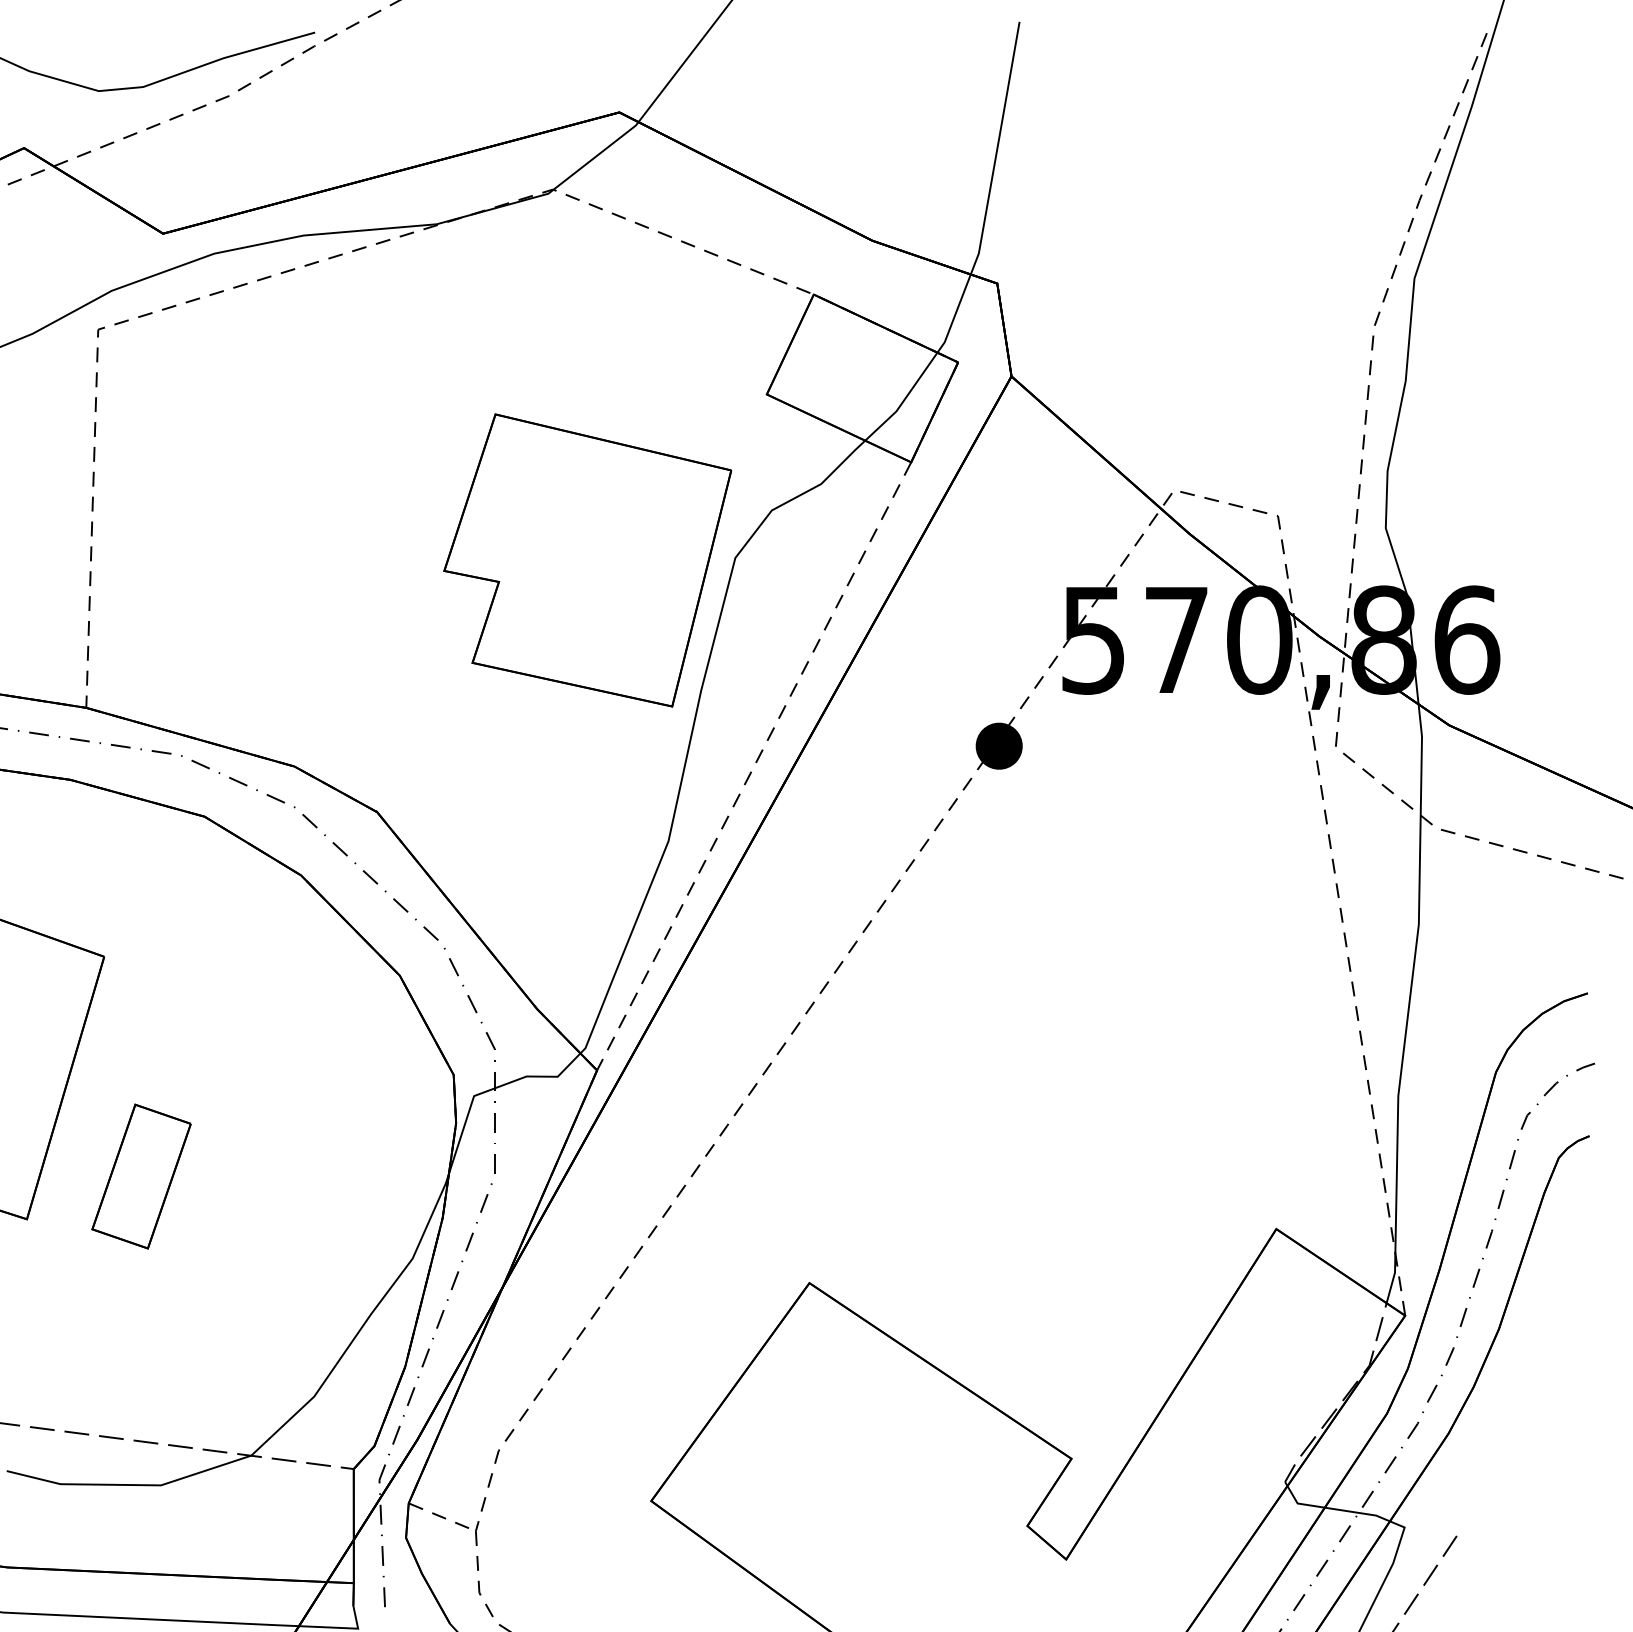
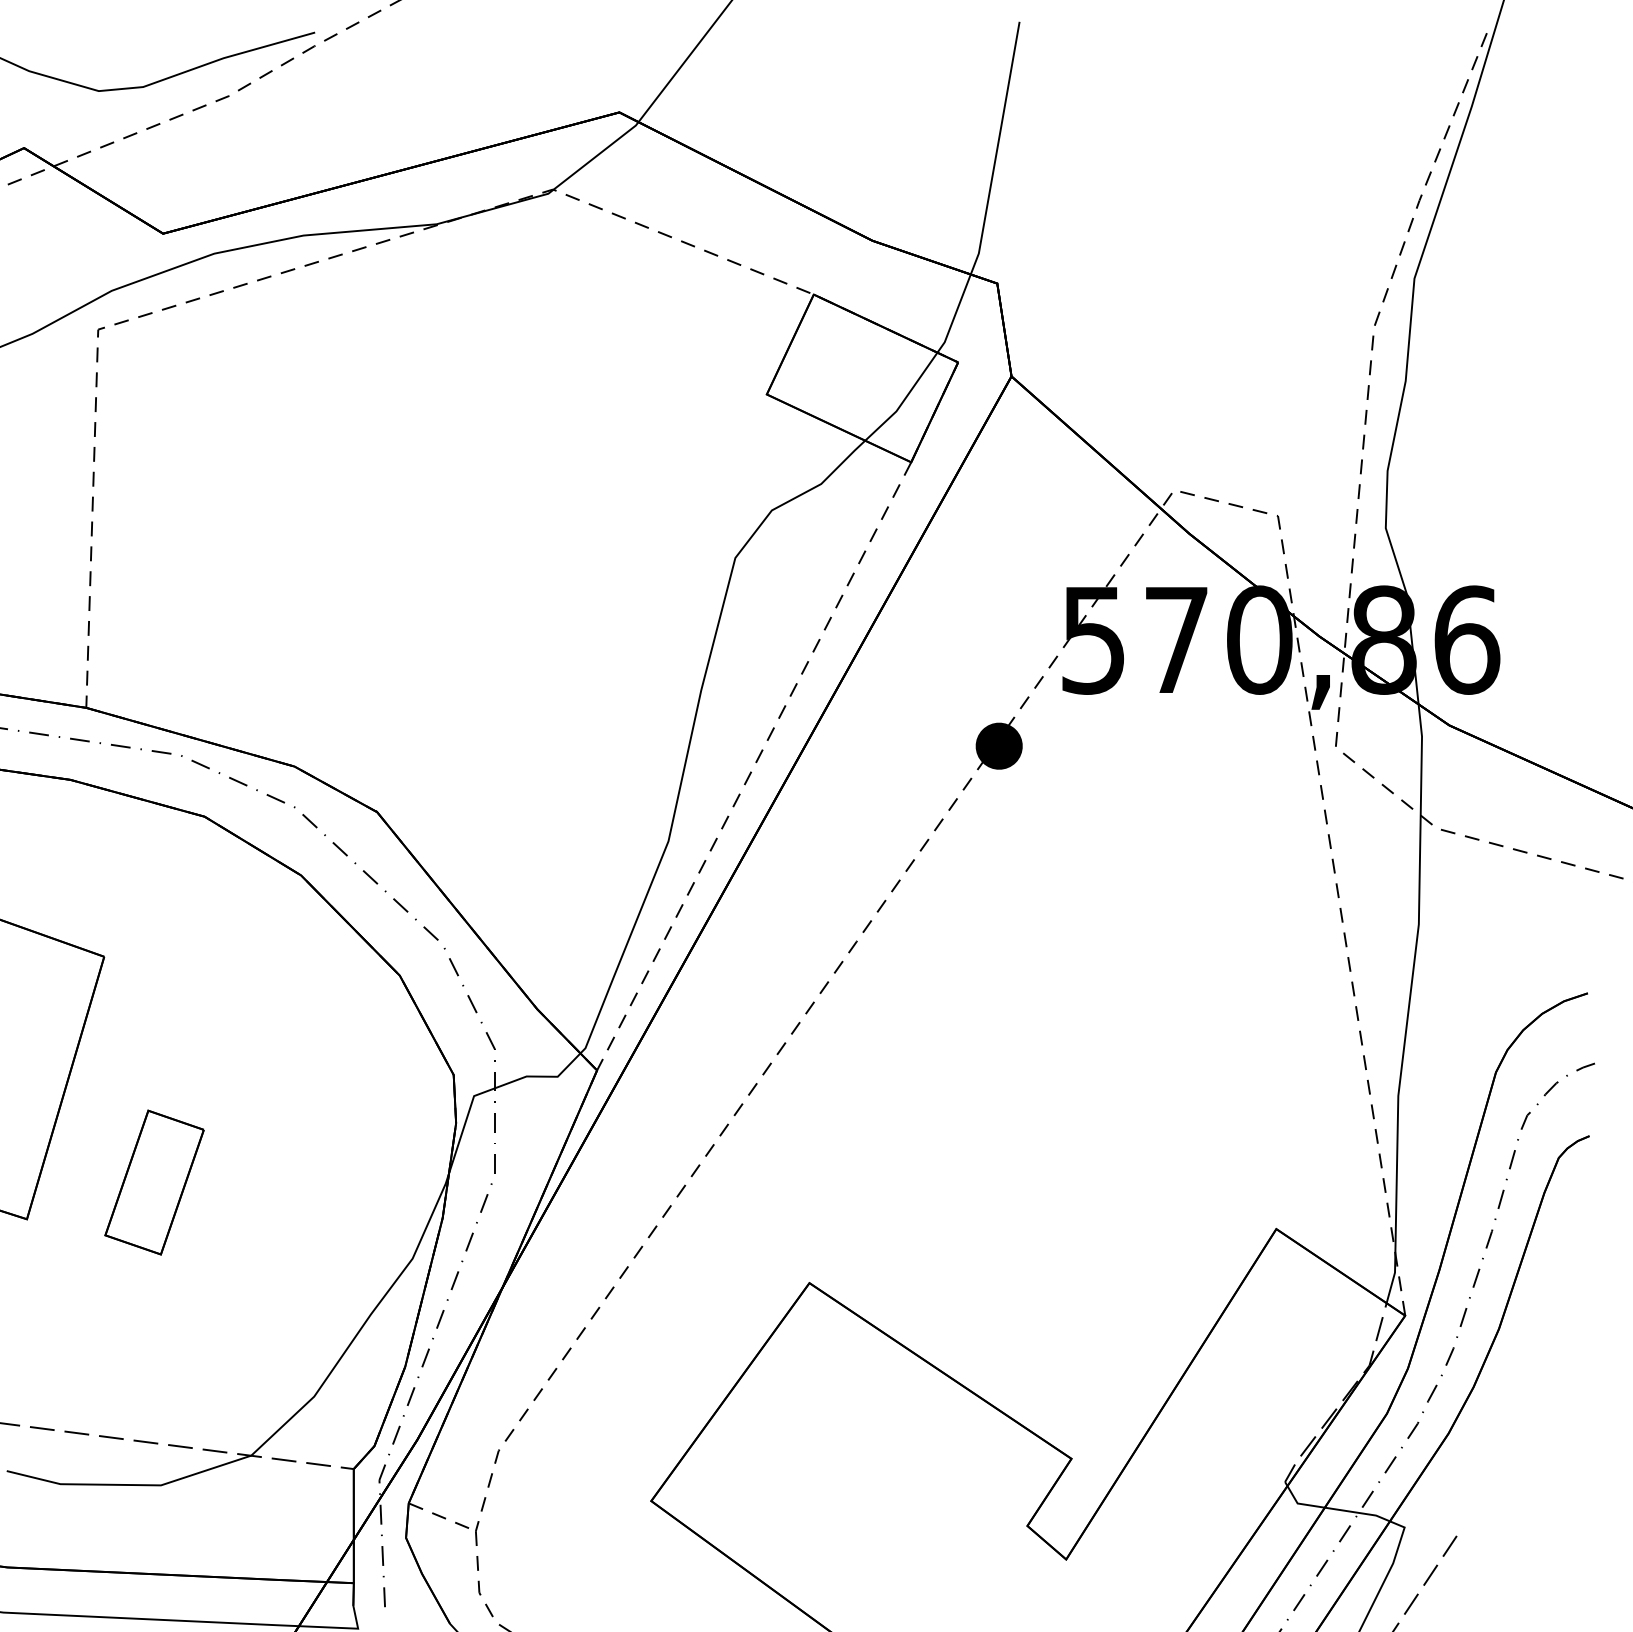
part at (587, 560): present -> none
part at (141, 1176) position: (141, 1176) -> (154, 1182)
